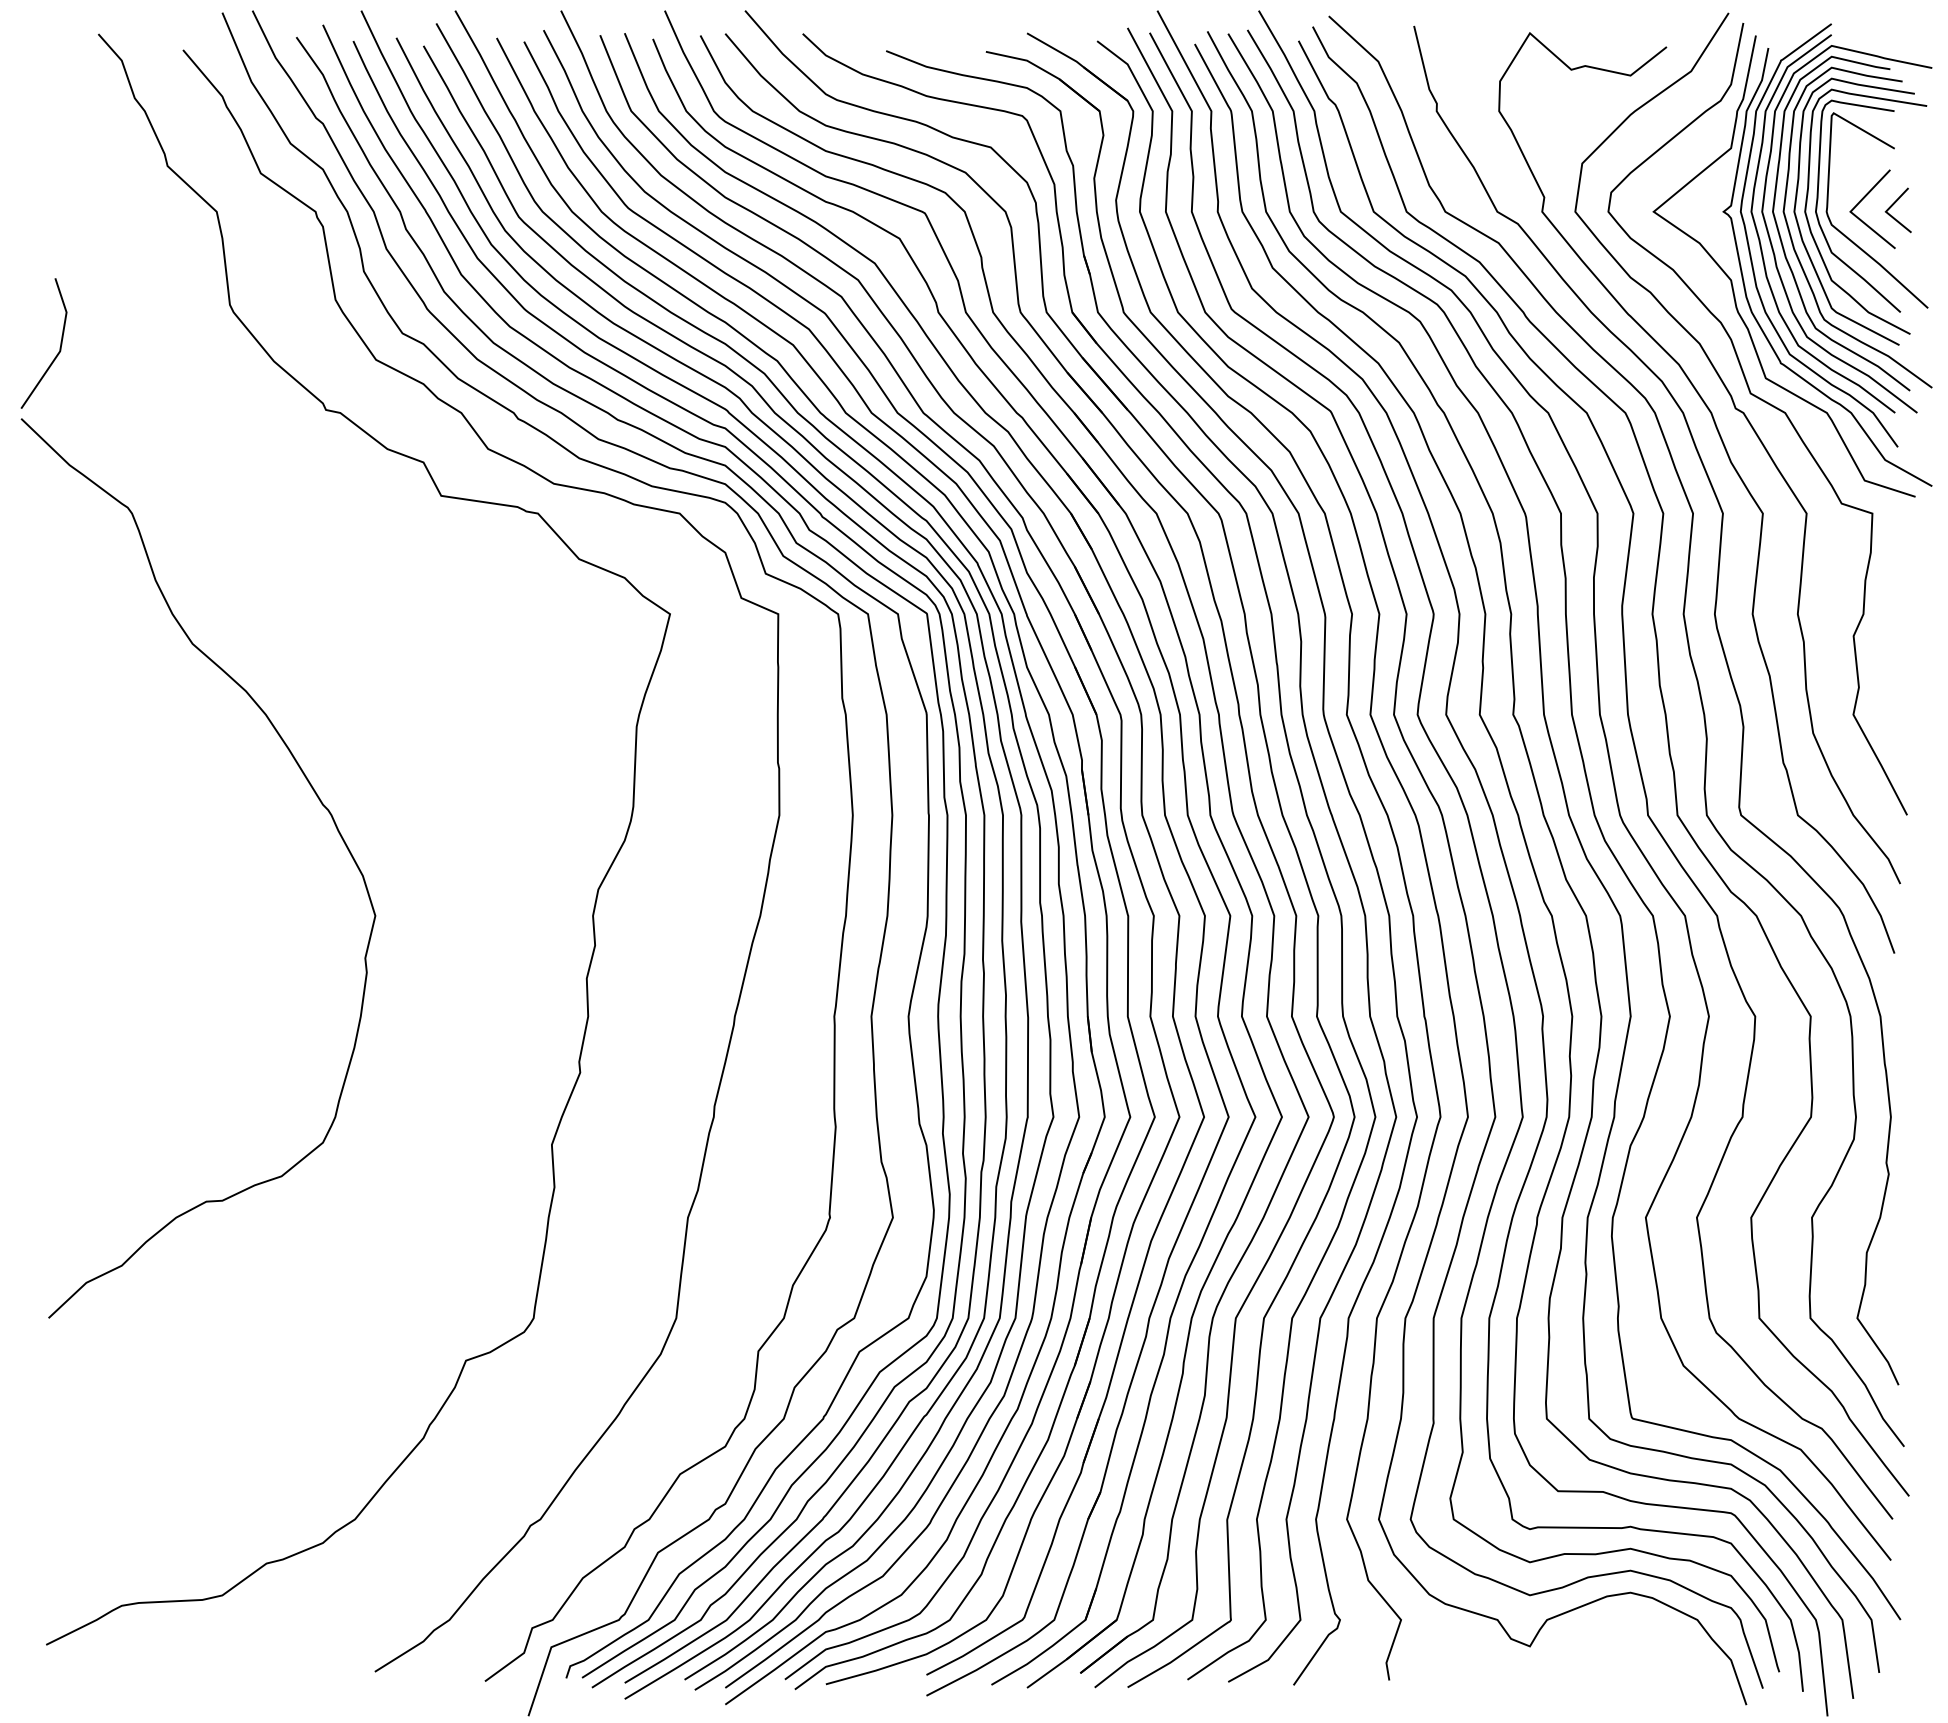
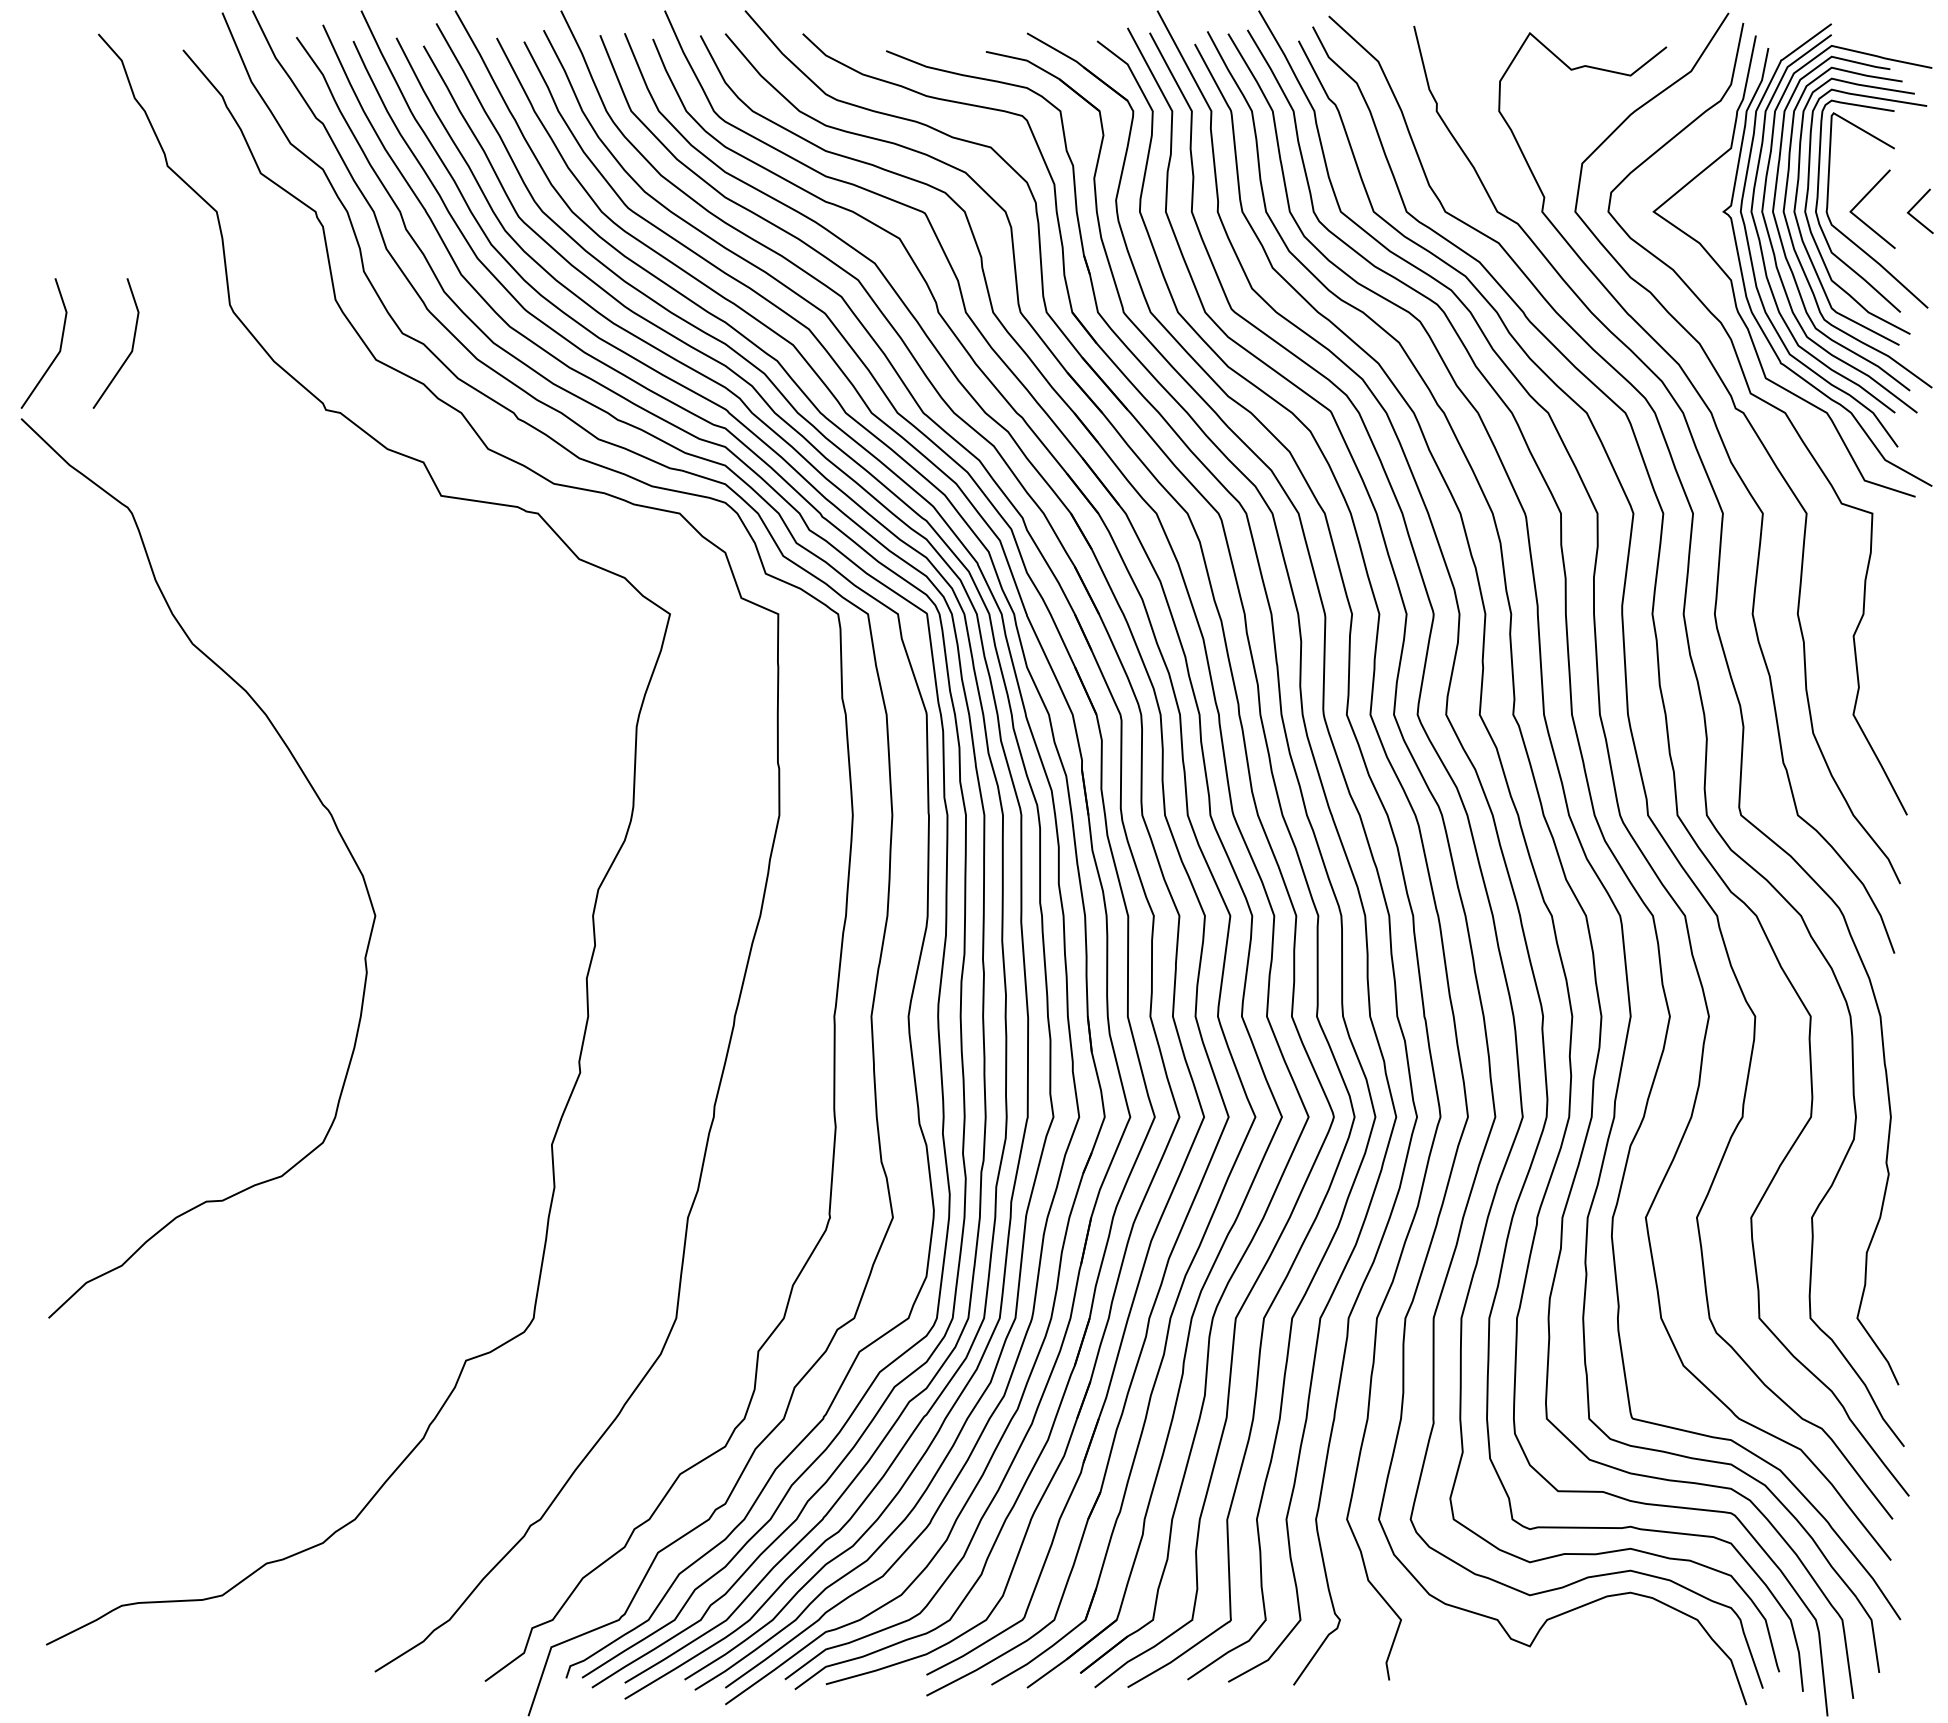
line at (1893, 205) position: (1893, 205) -> (1915, 206)
line at (131, 347): none -> present
